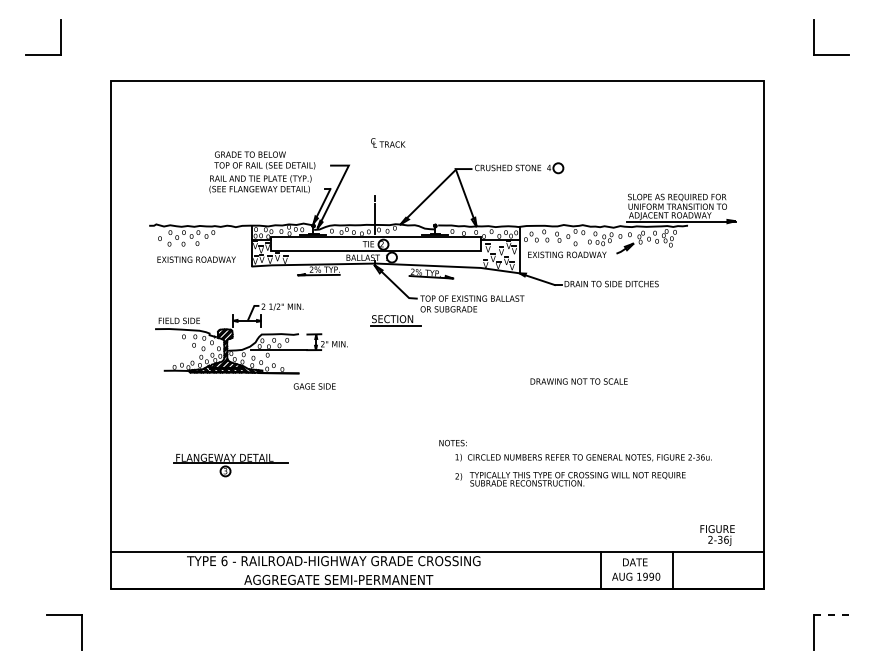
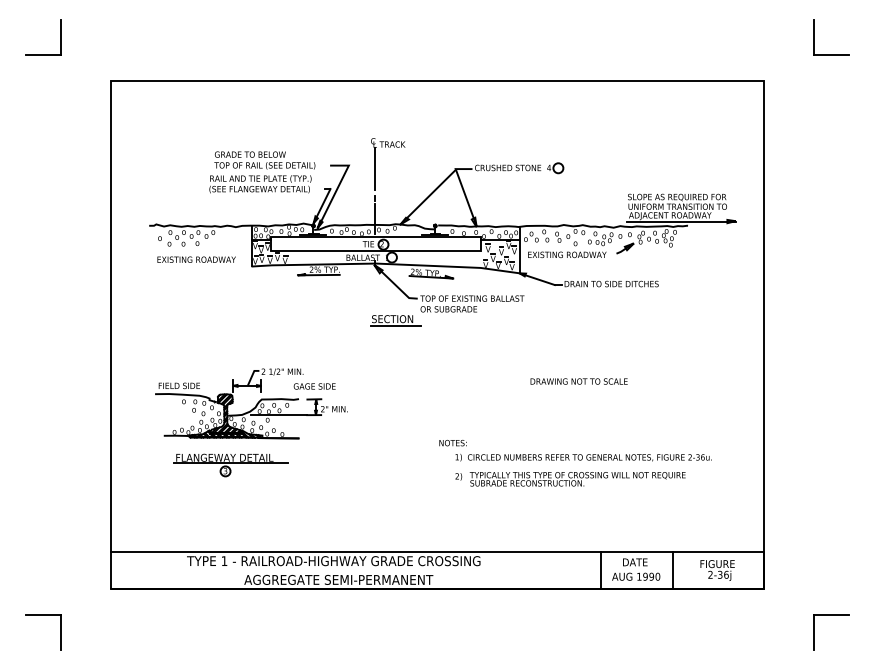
line at (374, 169): none -> present
part at (251, 338) position: (251, 338) -> (251, 403)
text at (717, 535) position: (717, 535) -> (717, 570)
text at (224, 561): 6 -> 1
part at (64, 615) position: (64, 615) -> (43, 615)
line at (831, 615): dashed -> solid
